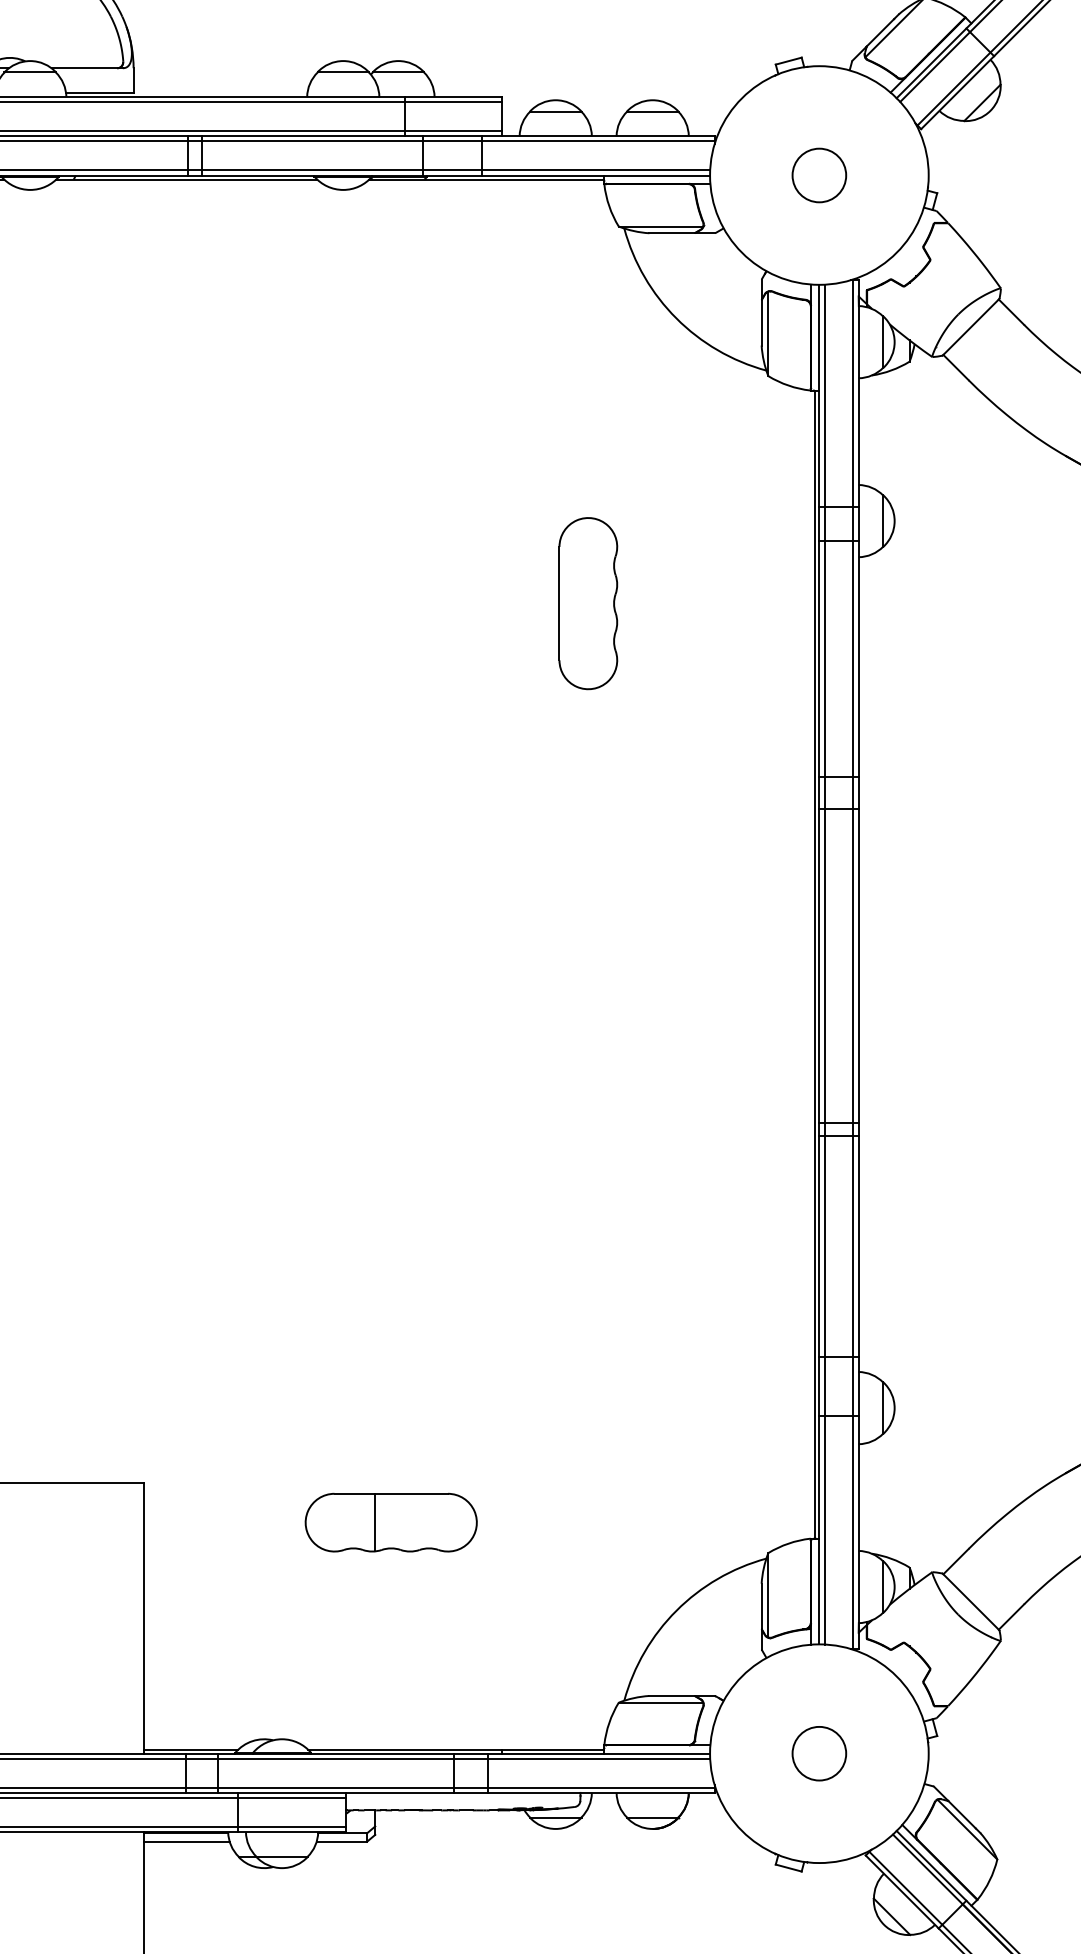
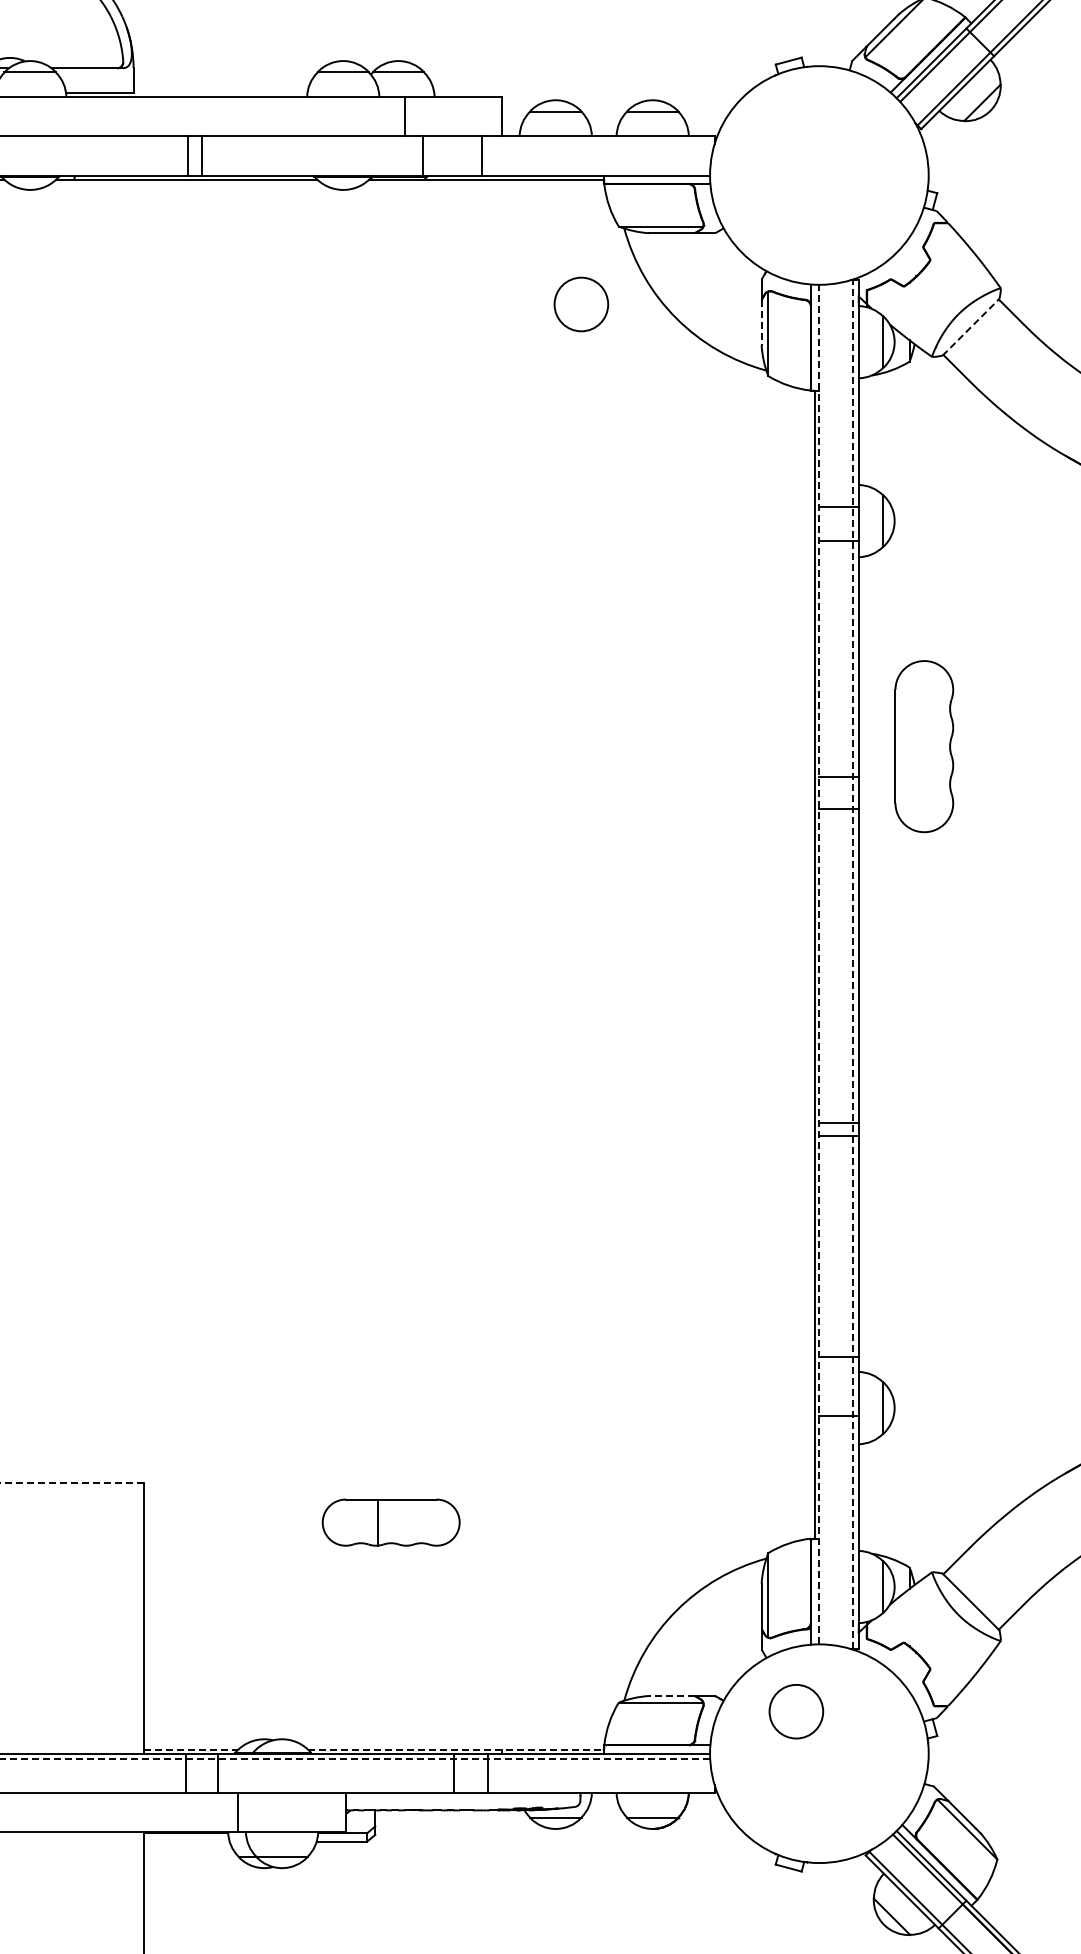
line at (252, 102): present -> none
line at (252, 131): present -> none
line at (358, 141): present -> none
line at (356, 170): present -> none
circle at (819, 175) position: (819, 175) -> (581, 304)
line at (761, 322): solid -> dashed
line at (971, 326): solid -> dashed
part at (588, 603) position: (588, 603) -> (924, 746)
line at (819, 964): solid -> dashed
line at (824, 964): present -> none
line at (853, 964): solid -> dashed
line at (71, 1483): solid -> dashed
part at (390, 1522) size: 174x61 px -> 140x49 px
line at (671, 1695): solid -> dashed
line at (191, 1749): solid -> dashed
line at (456, 1749): solid -> dashed
circle at (819, 1753) position: (819, 1753) -> (796, 1711)
line at (355, 1758): solid -> dashed
line at (358, 1787): present -> none
line at (174, 1798): present -> none
line at (174, 1826): present -> none
line at (186, 1841): present -> none
